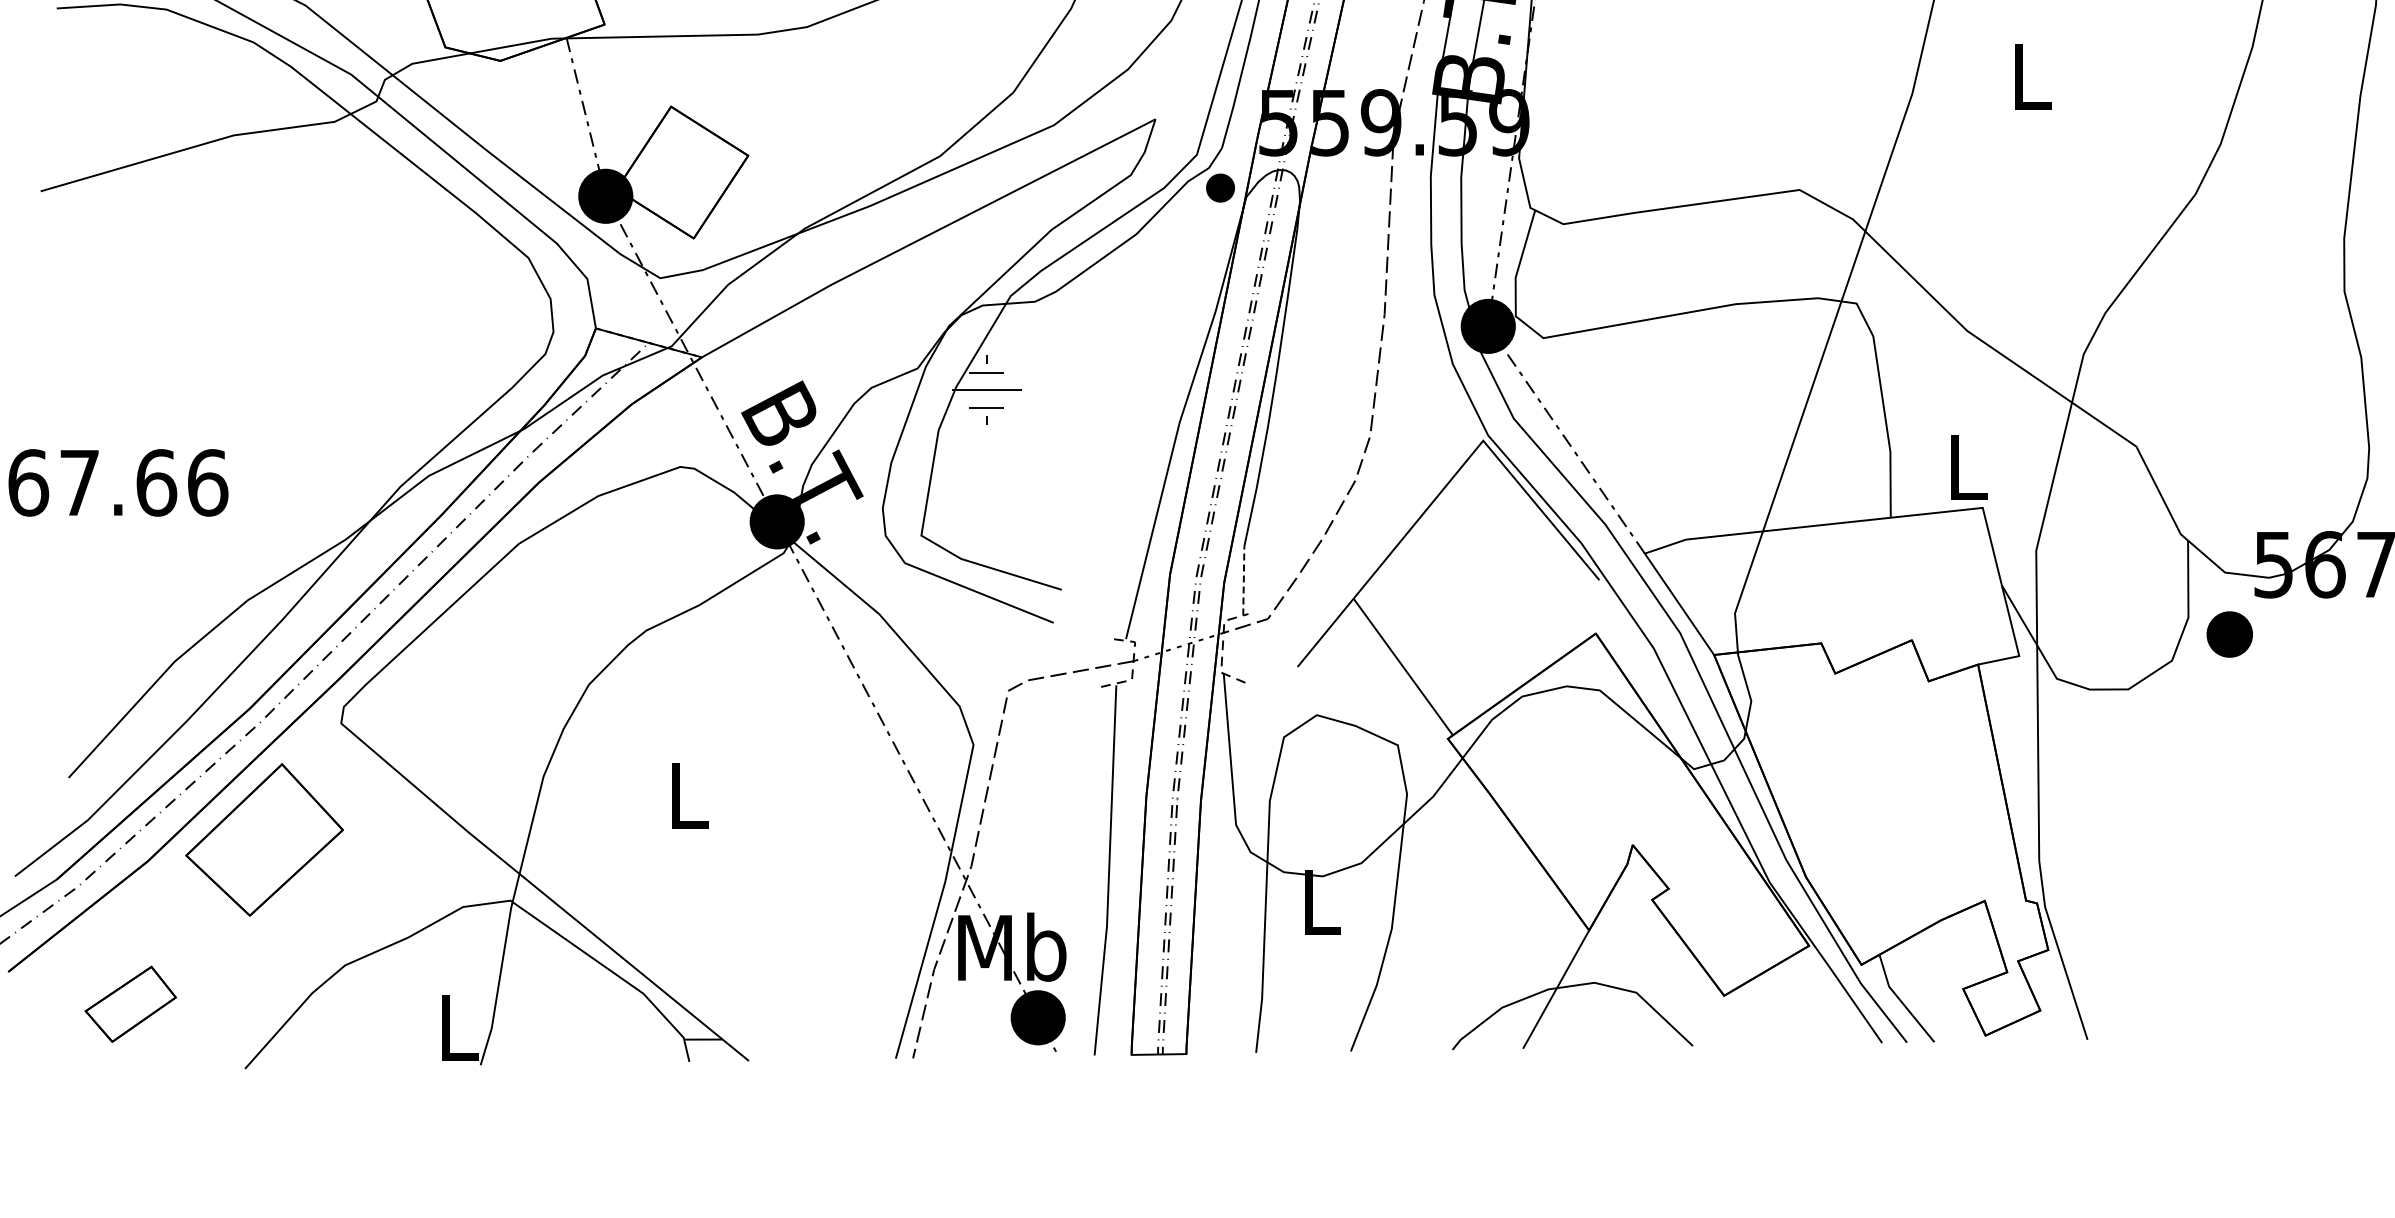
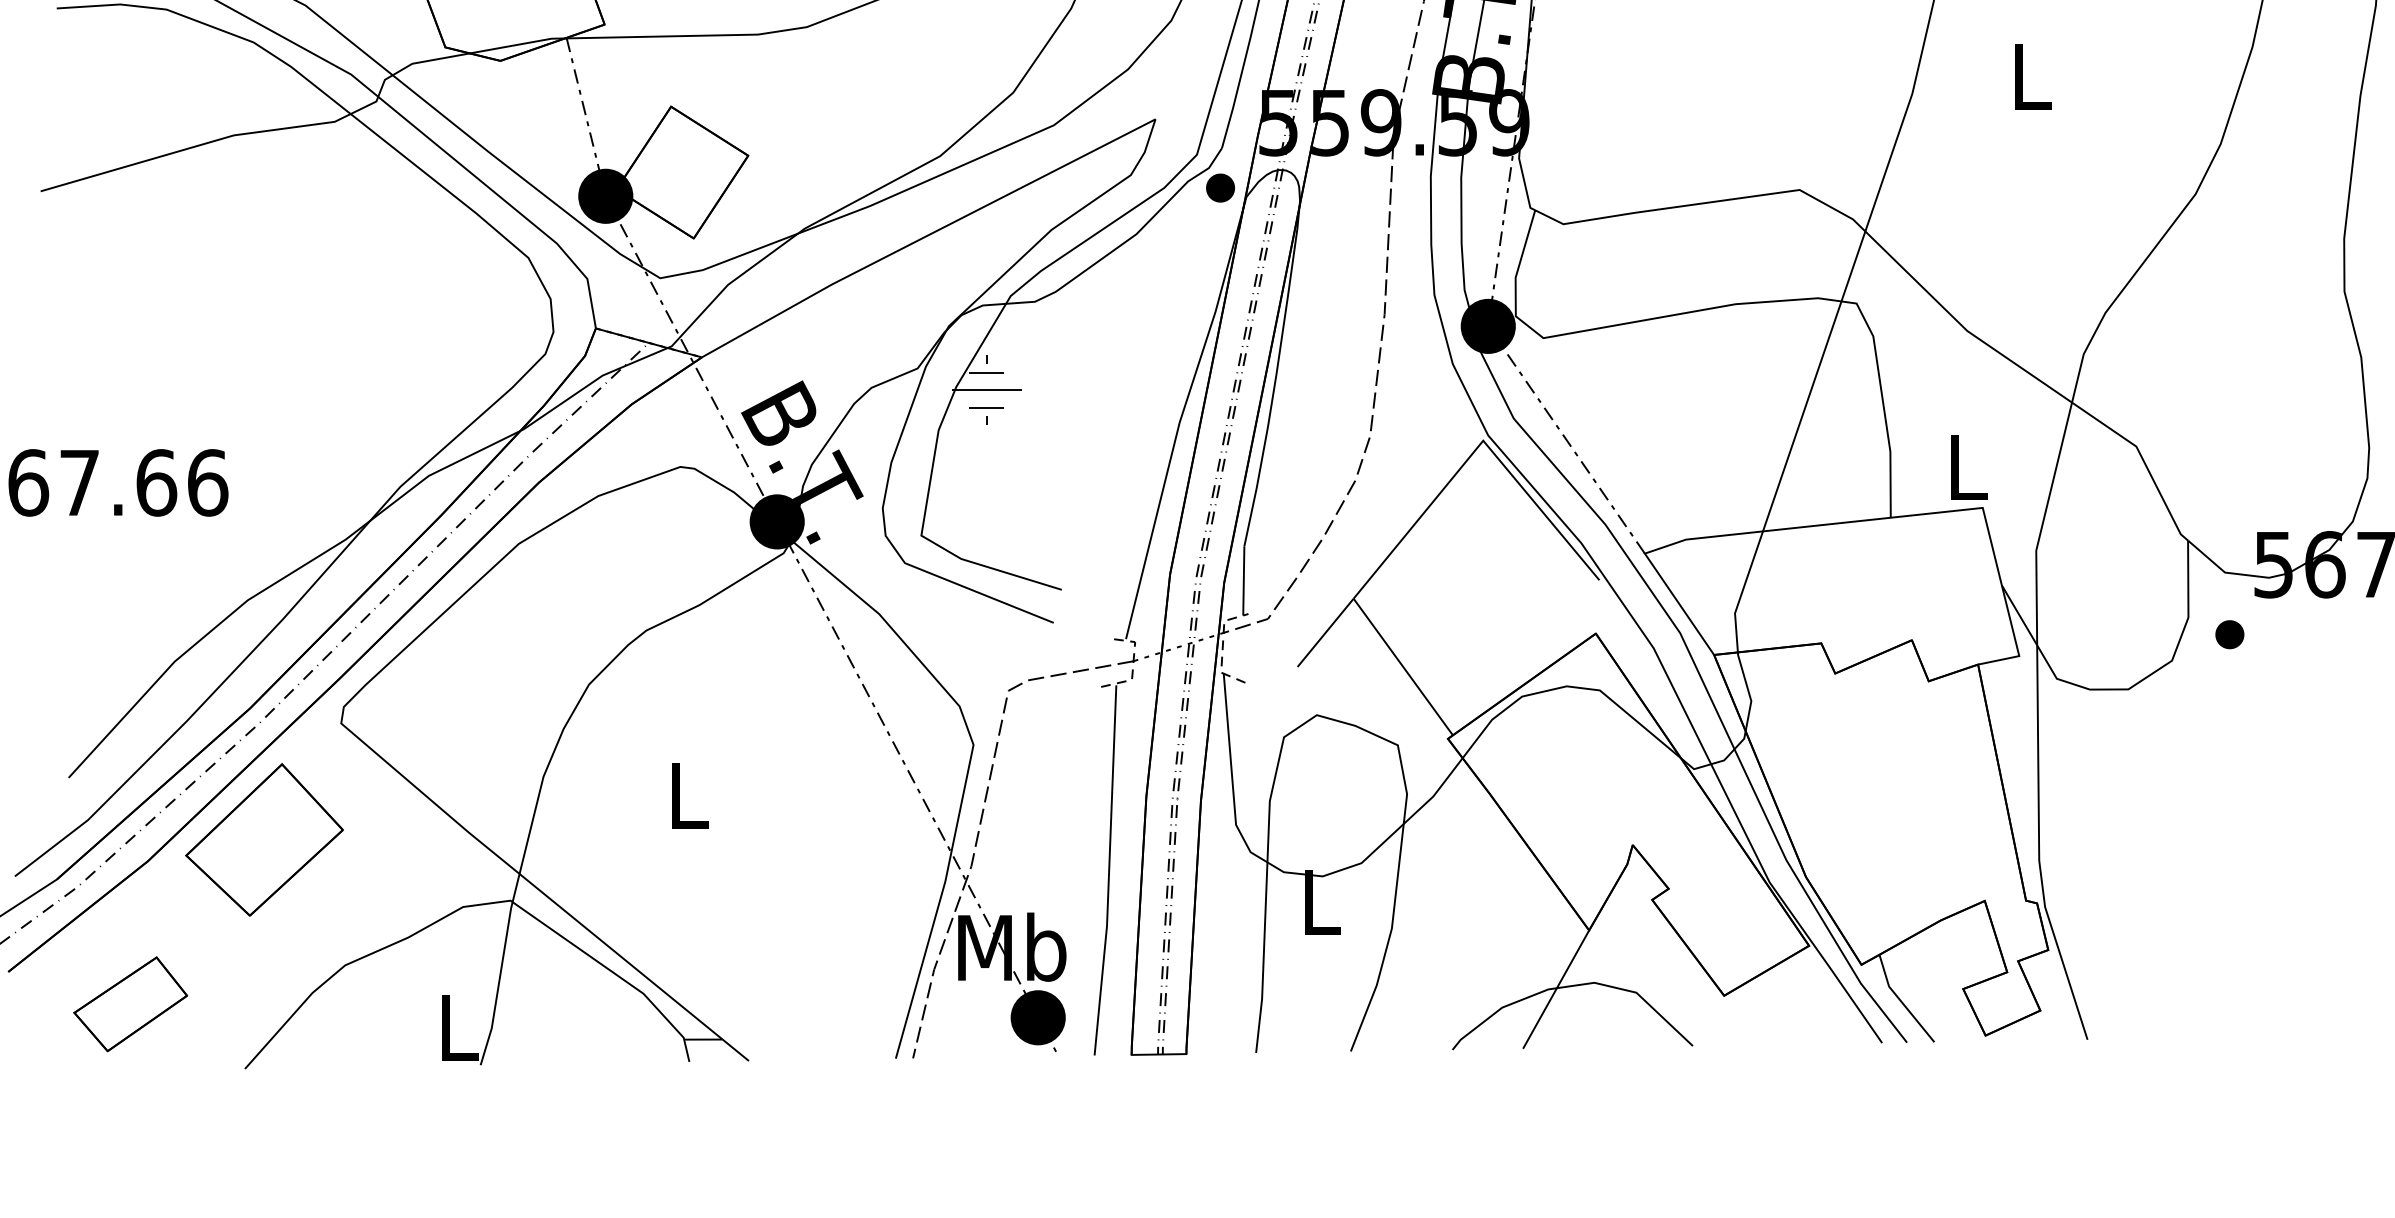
line at (1243, 580): dashed -> solid
part at (2229, 634) size: 47x47 px -> 30x30 px
part at (130, 1003) size: 93x78 px -> 116x97 px
